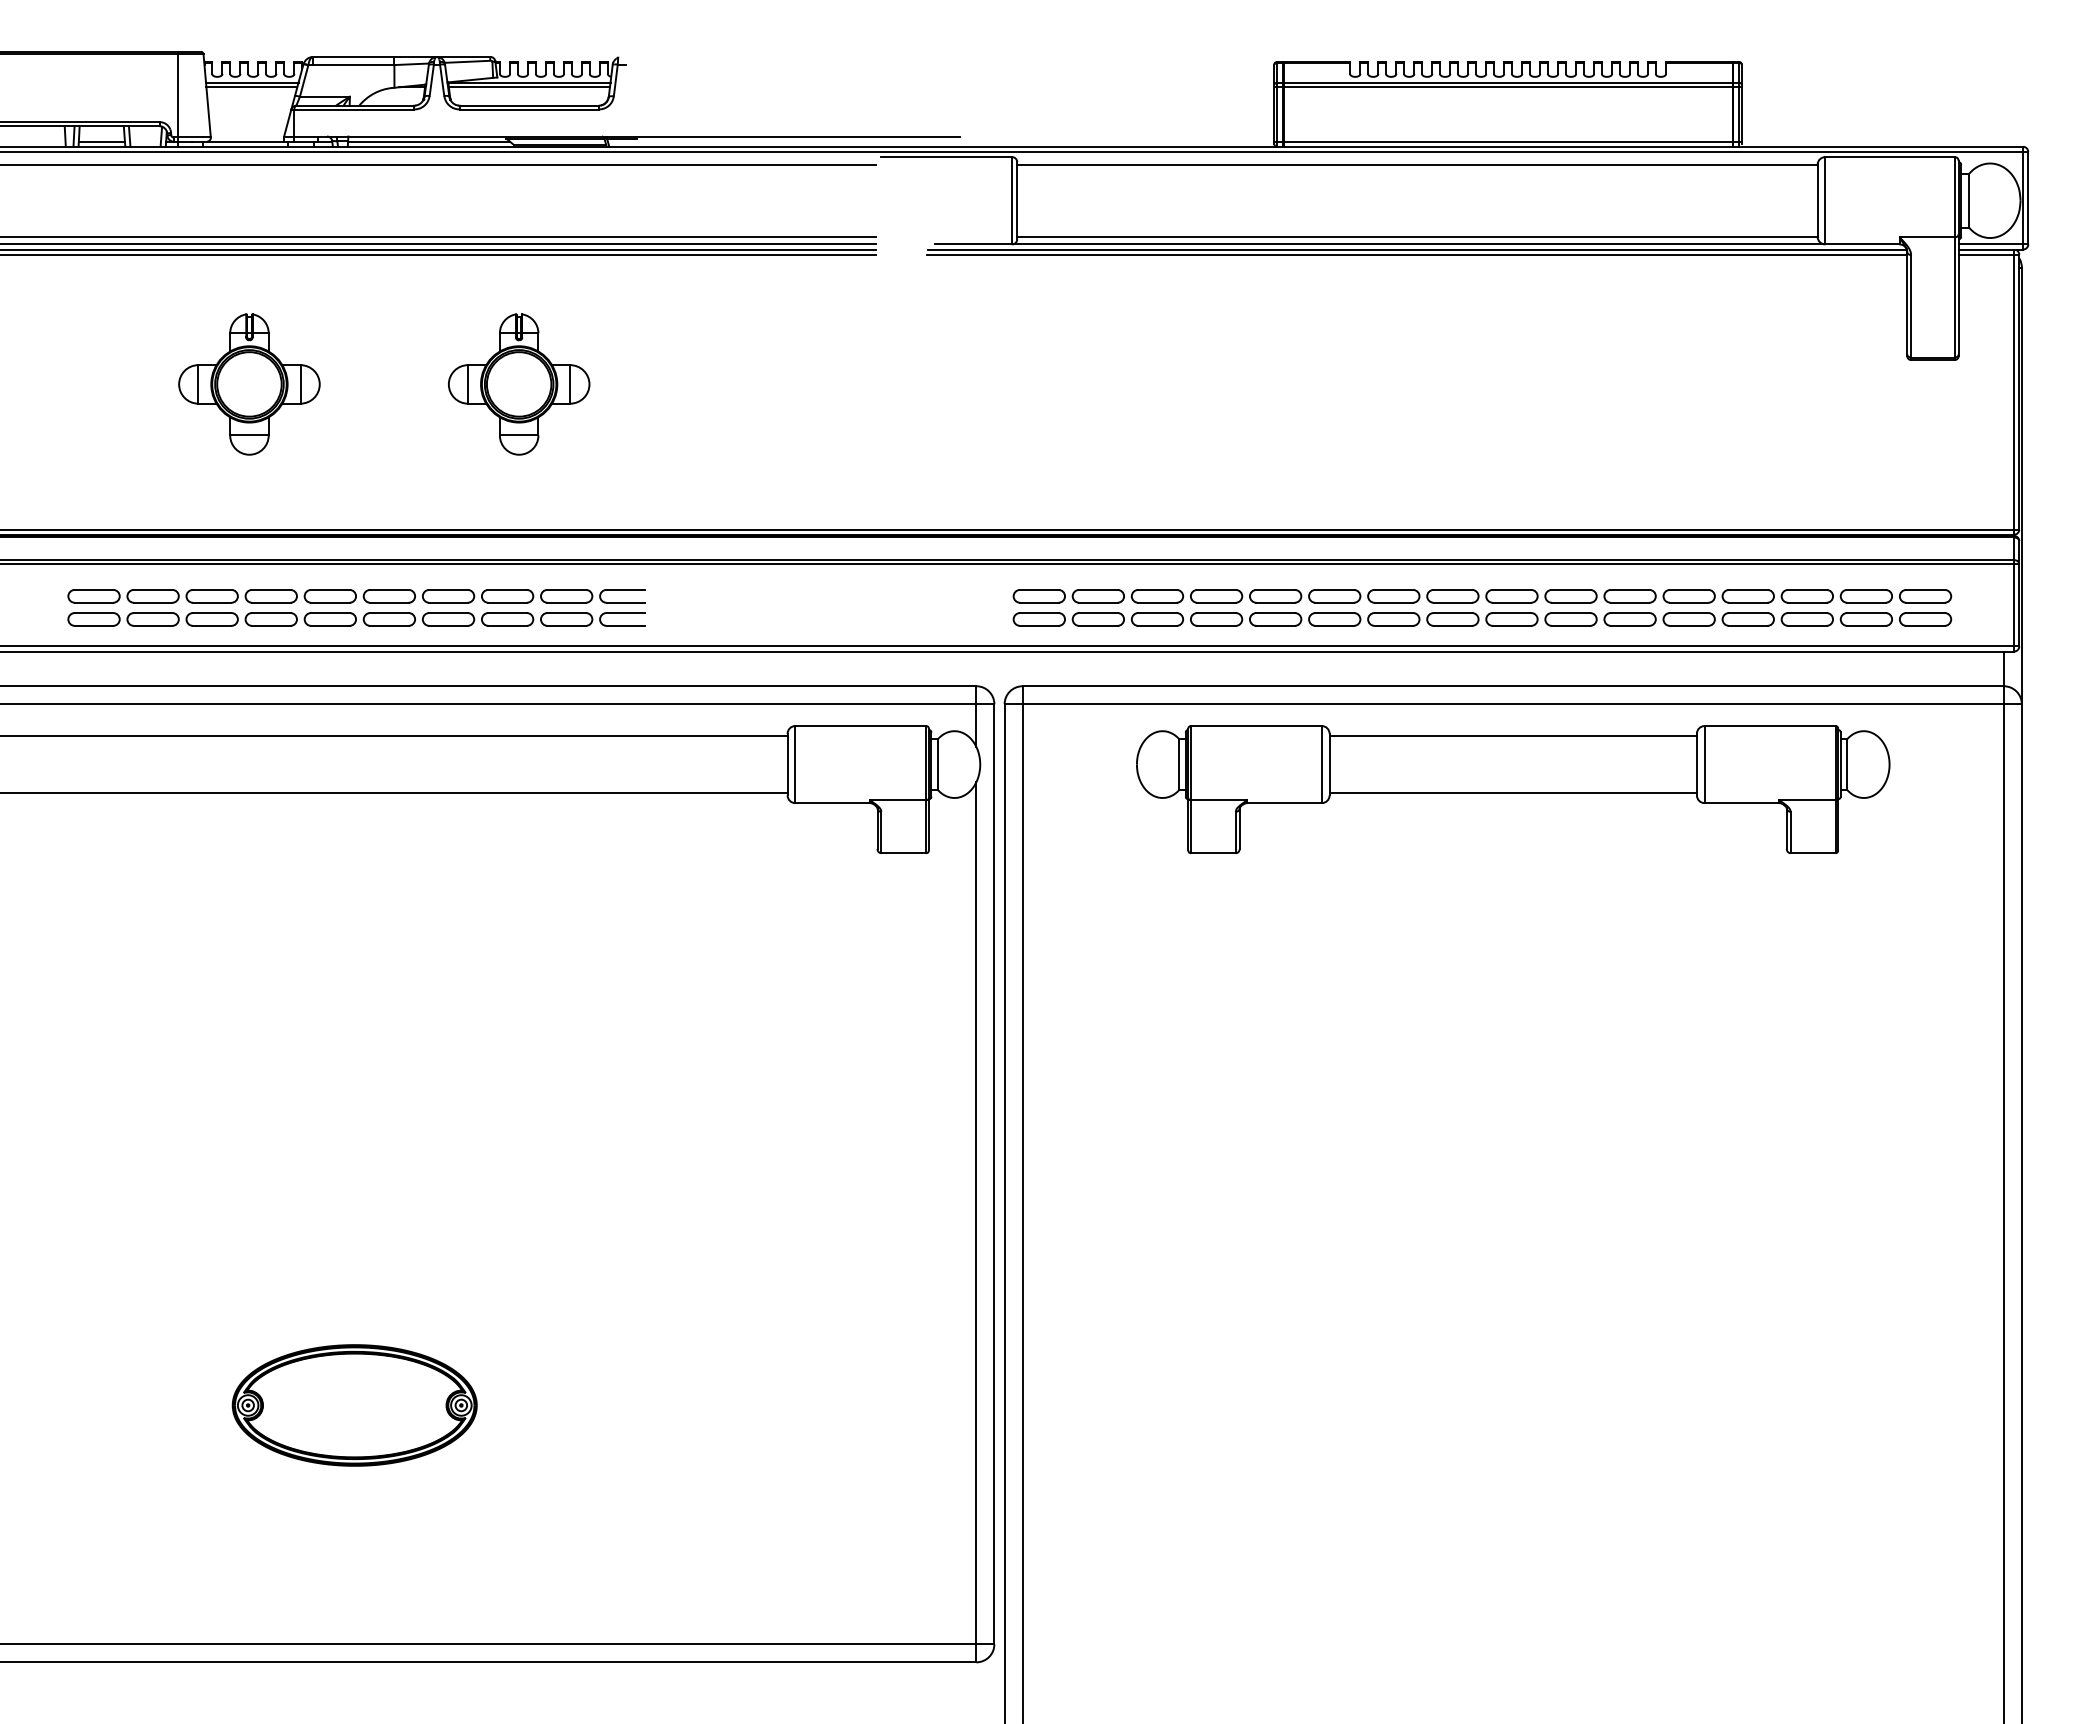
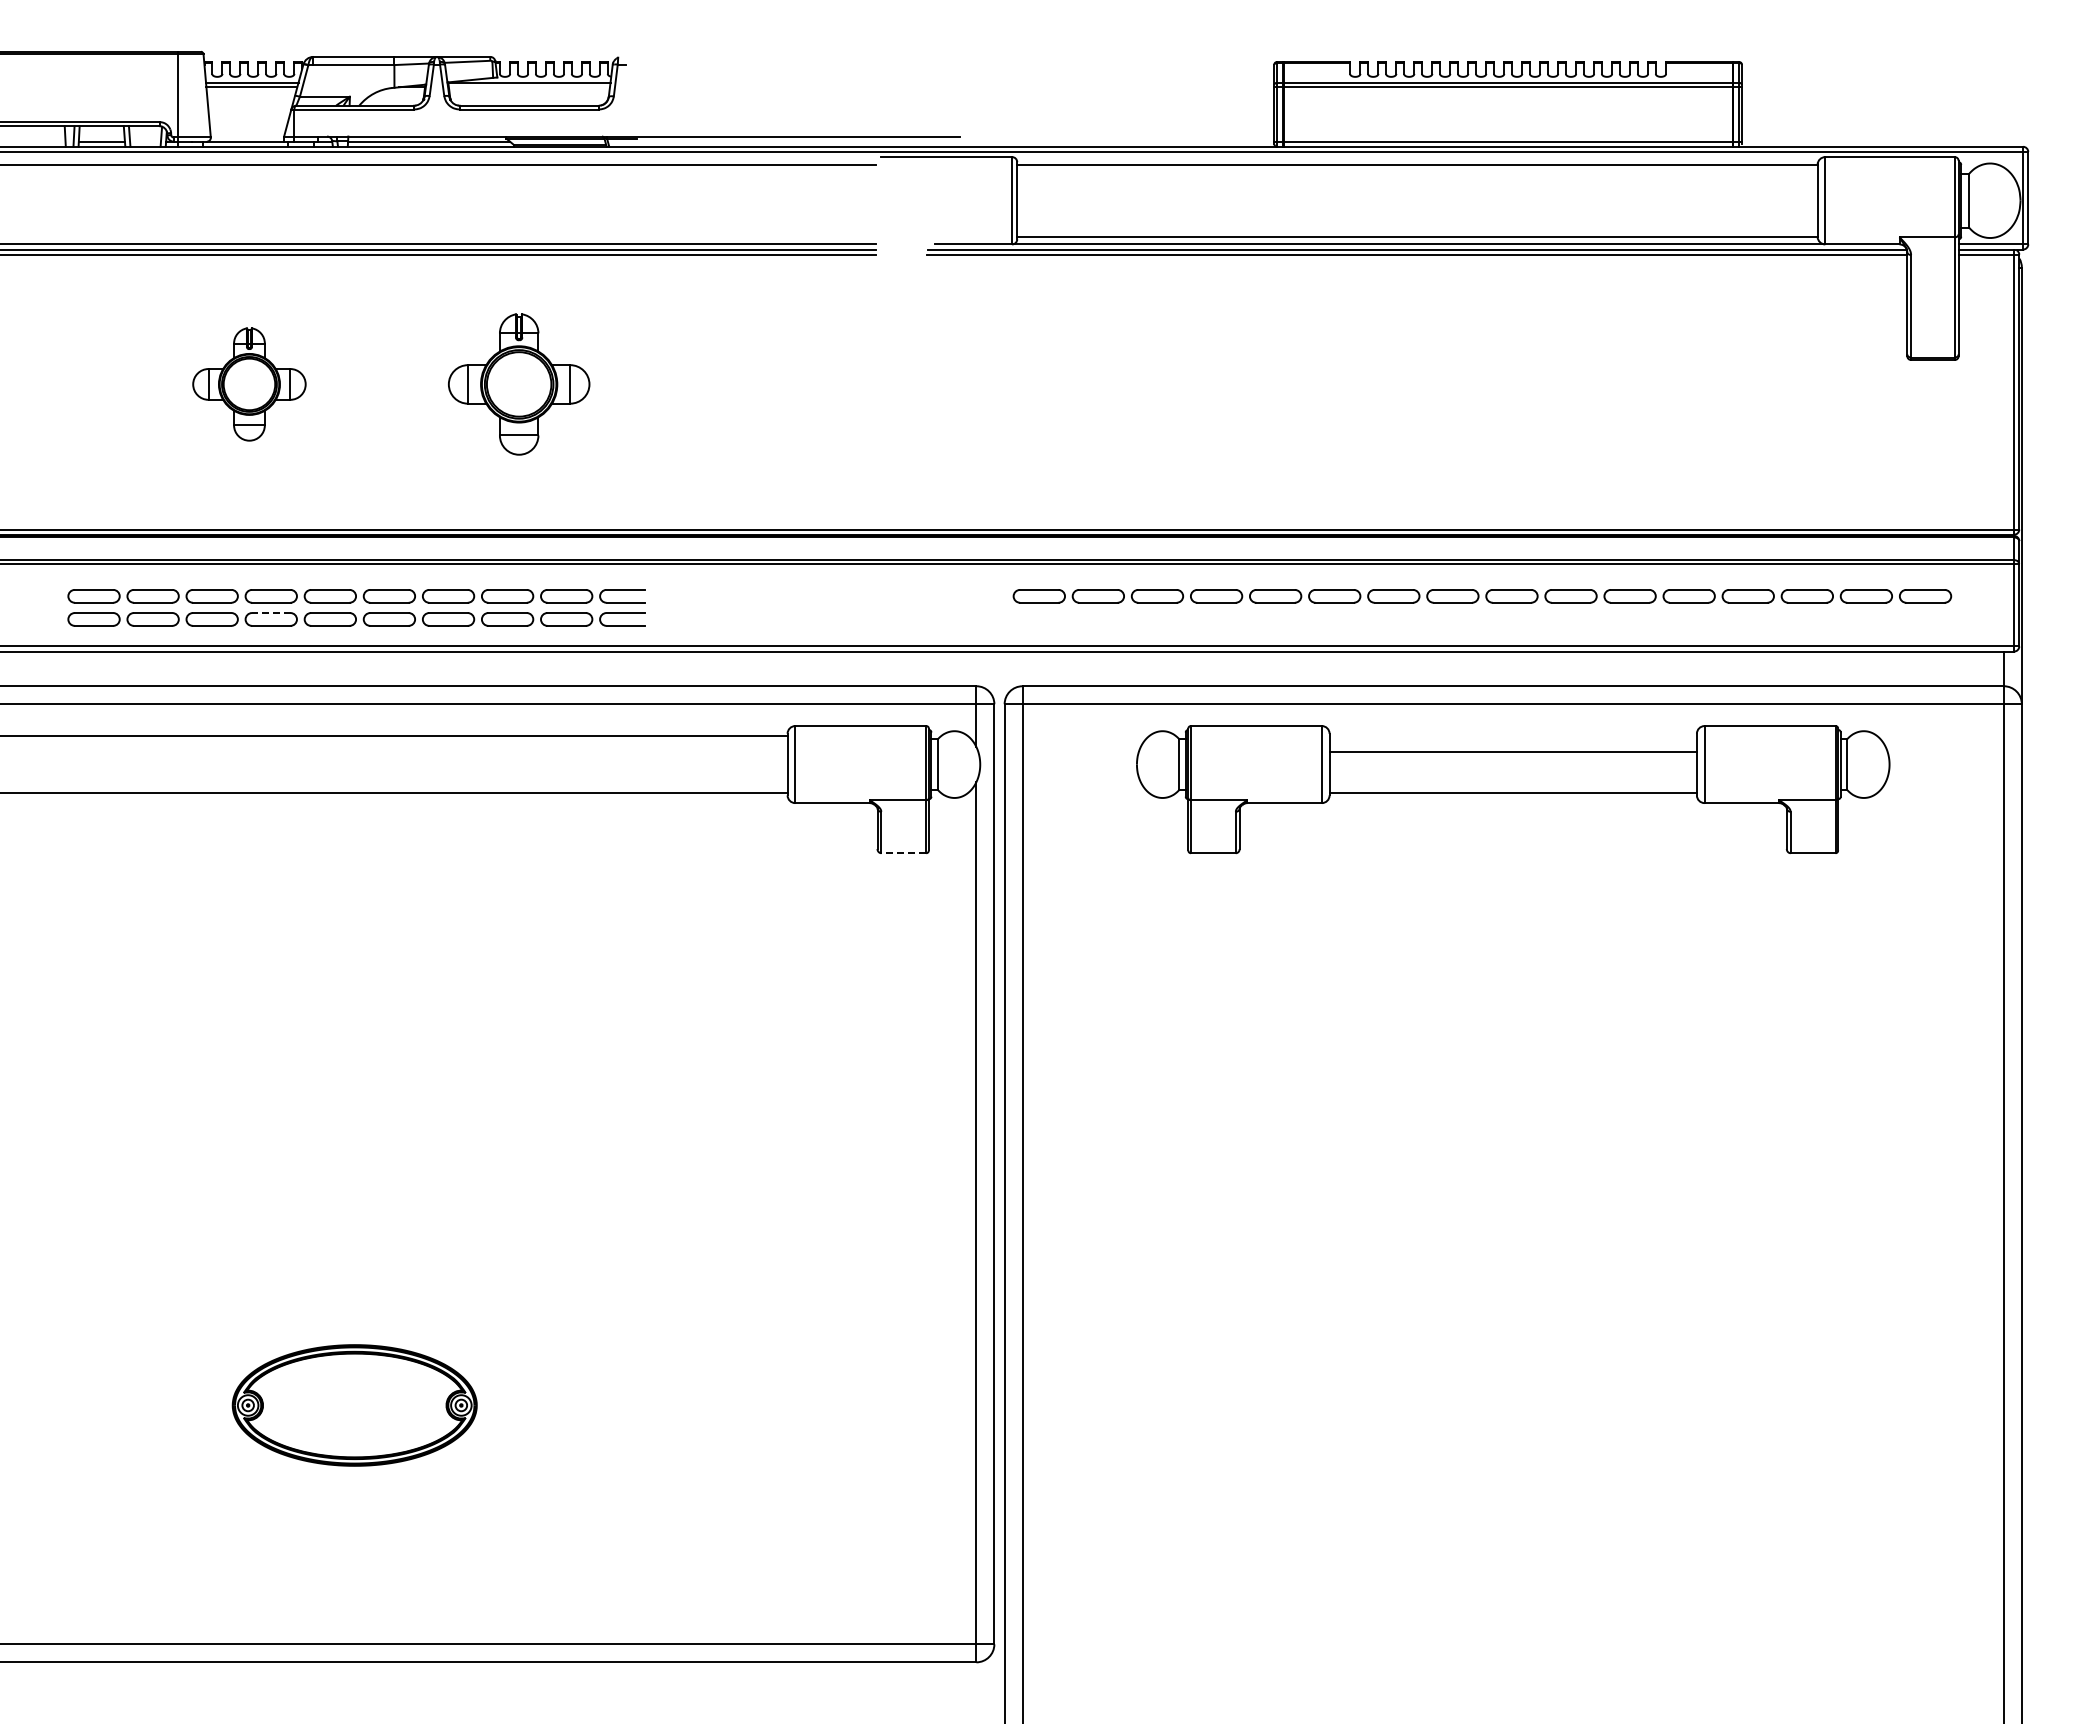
line at (528, 87): present -> none
line at (438, 236): present -> none
part at (249, 384) size: 143x143 px -> 115x115 px
line at (270, 613): solid -> dashed
part at (1482, 619): present -> none
line at (1512, 736) position: (1512, 736) -> (1512, 752)
line at (903, 853): solid -> dashed
